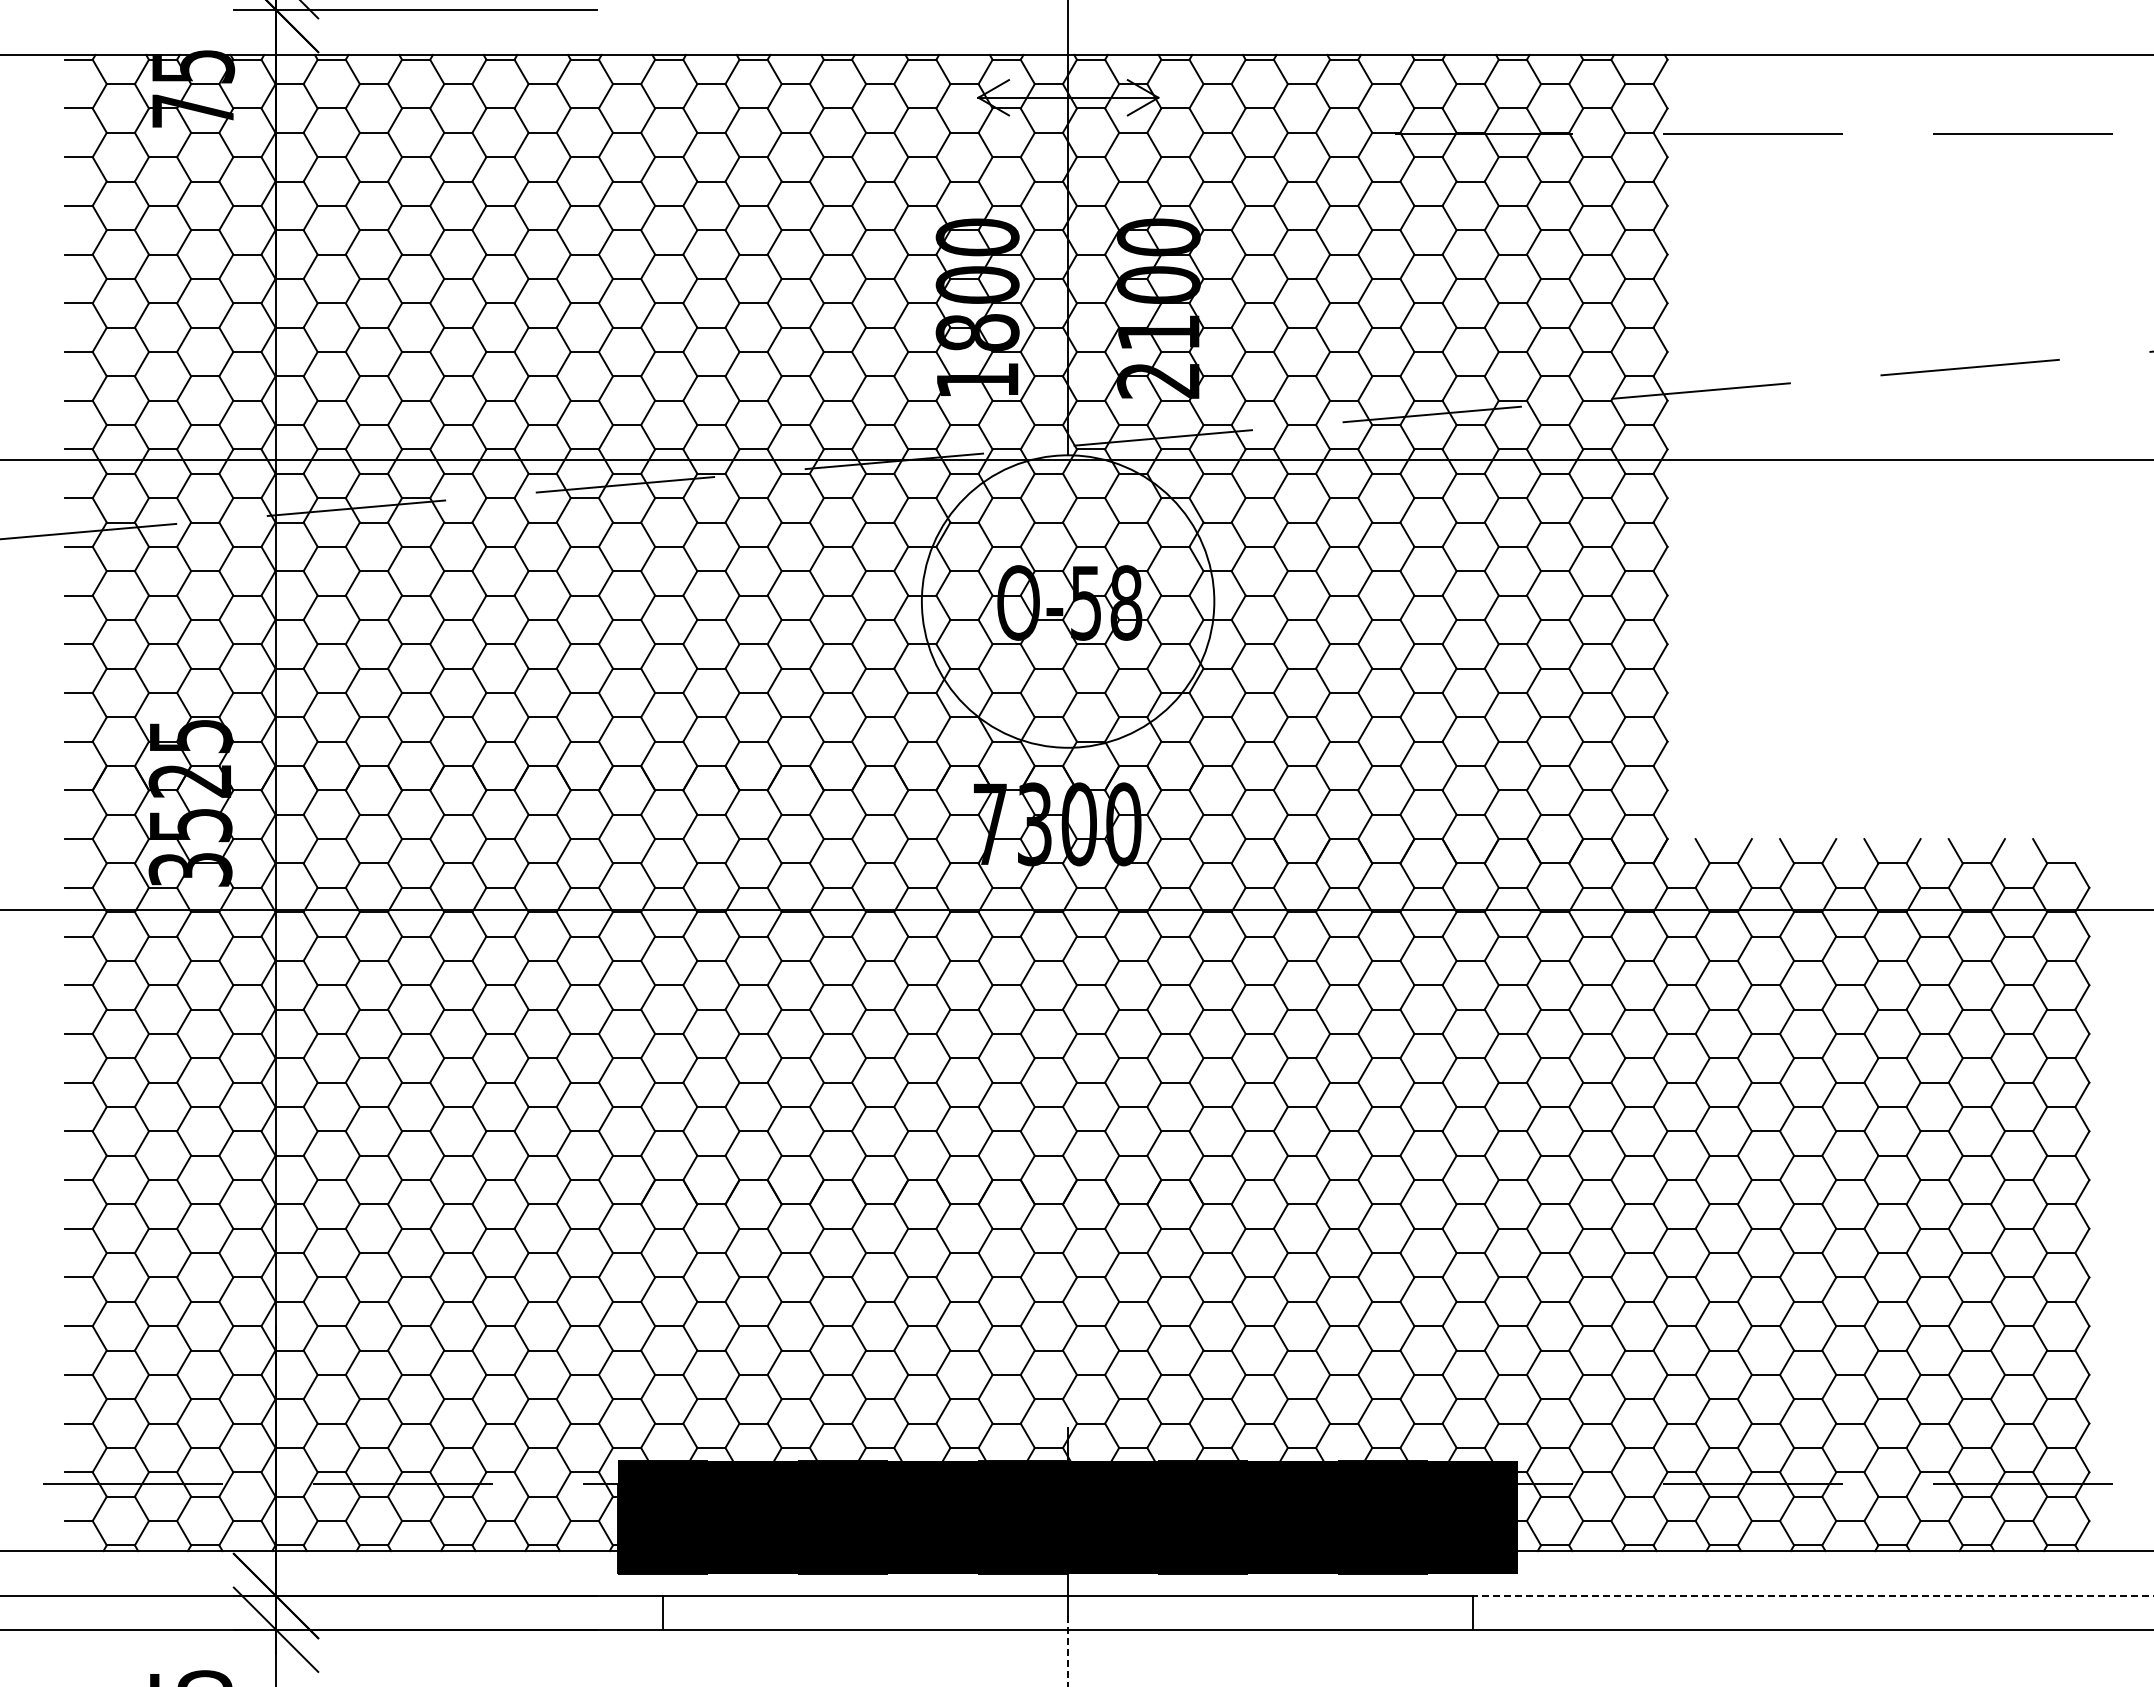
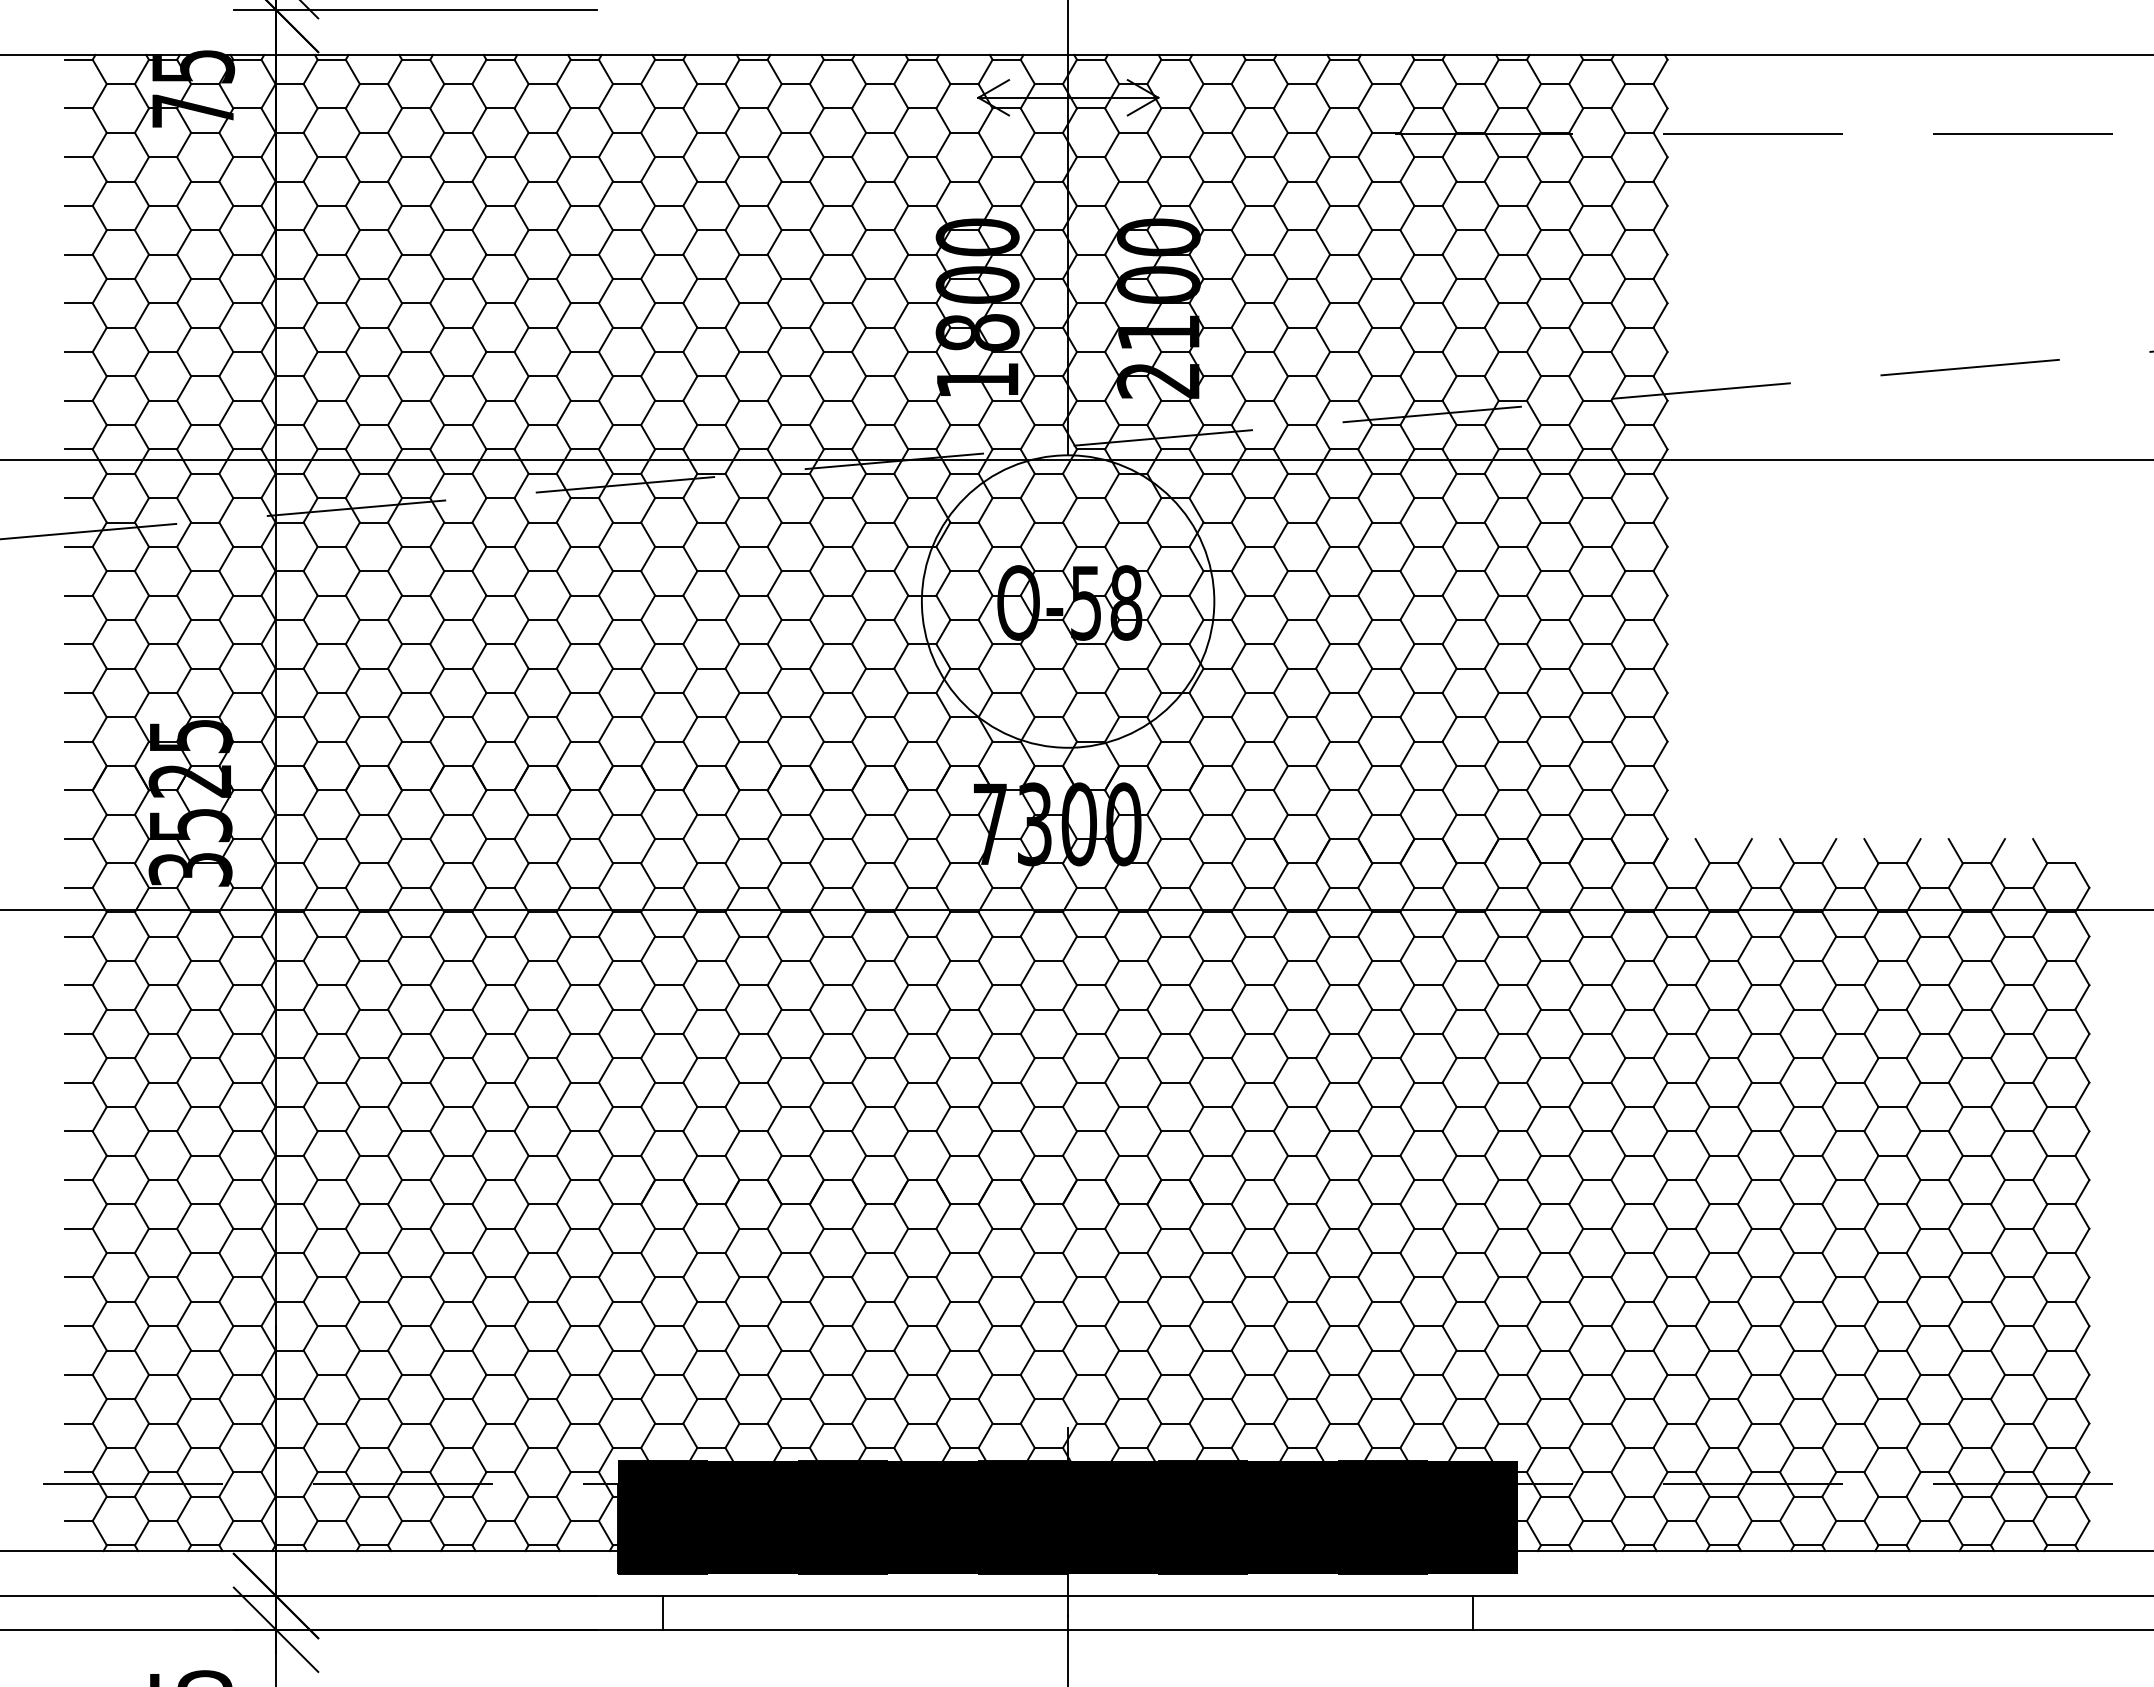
line at (1813, 1596): dashed -> solid
line at (1068, 1651): dashed -> solid
